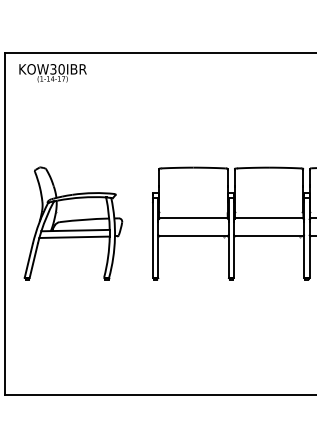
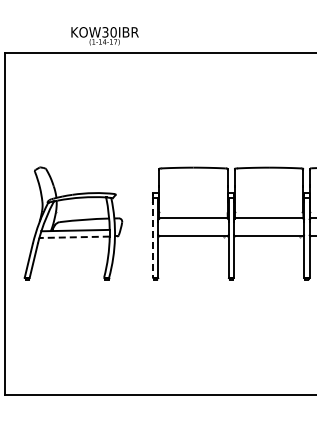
text at (52, 73) position: (52, 73) -> (104, 36)
line at (74, 237): solid -> dashed
line at (153, 237): solid -> dashed
